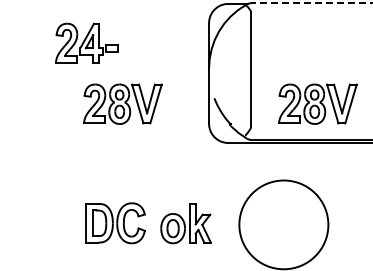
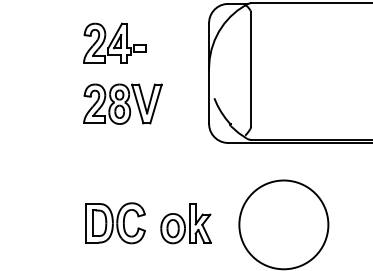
line at (311, 3): dashed -> solid
part at (86, 42) position: (86, 42) -> (114, 42)
part at (317, 103): present -> none
